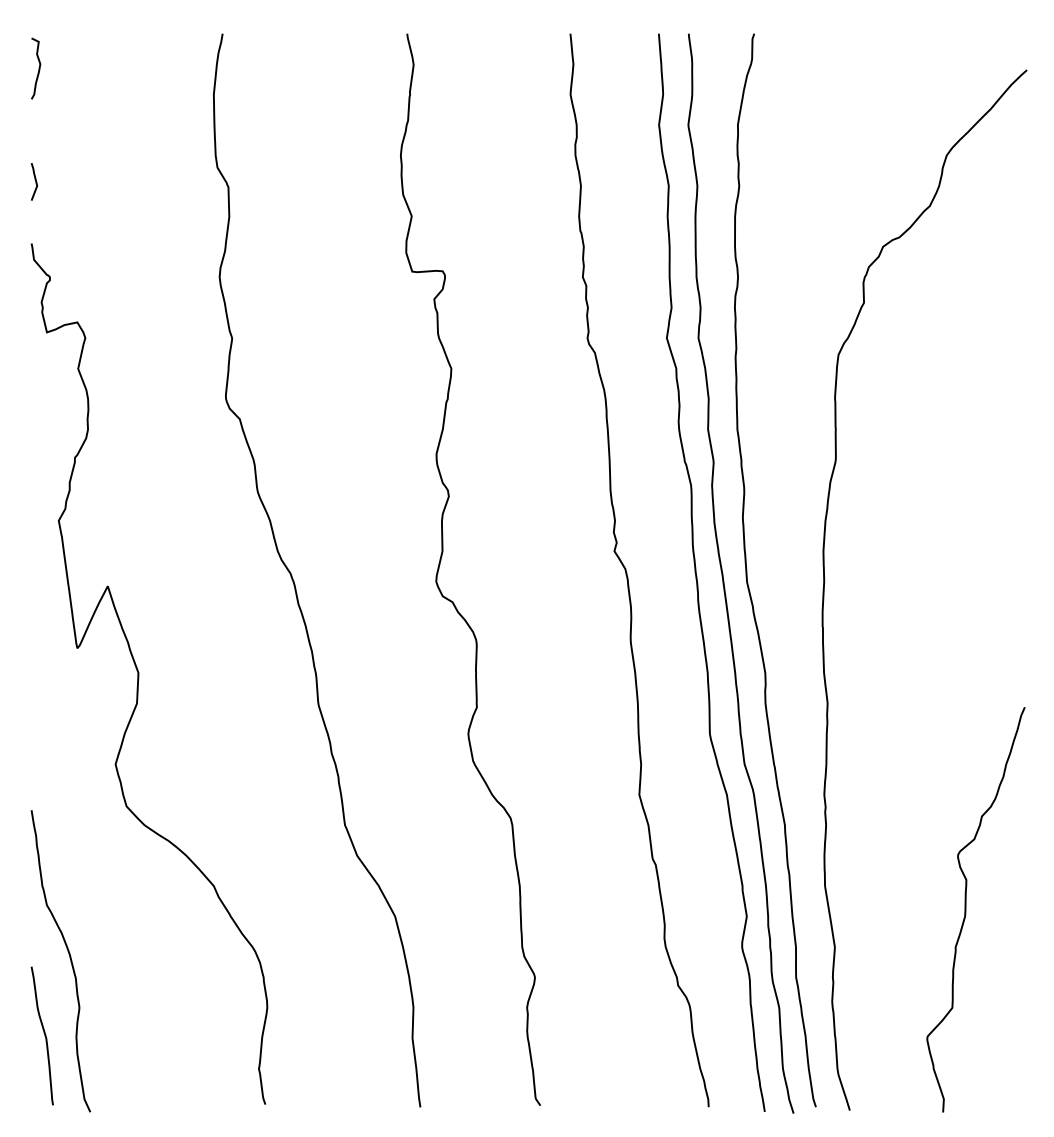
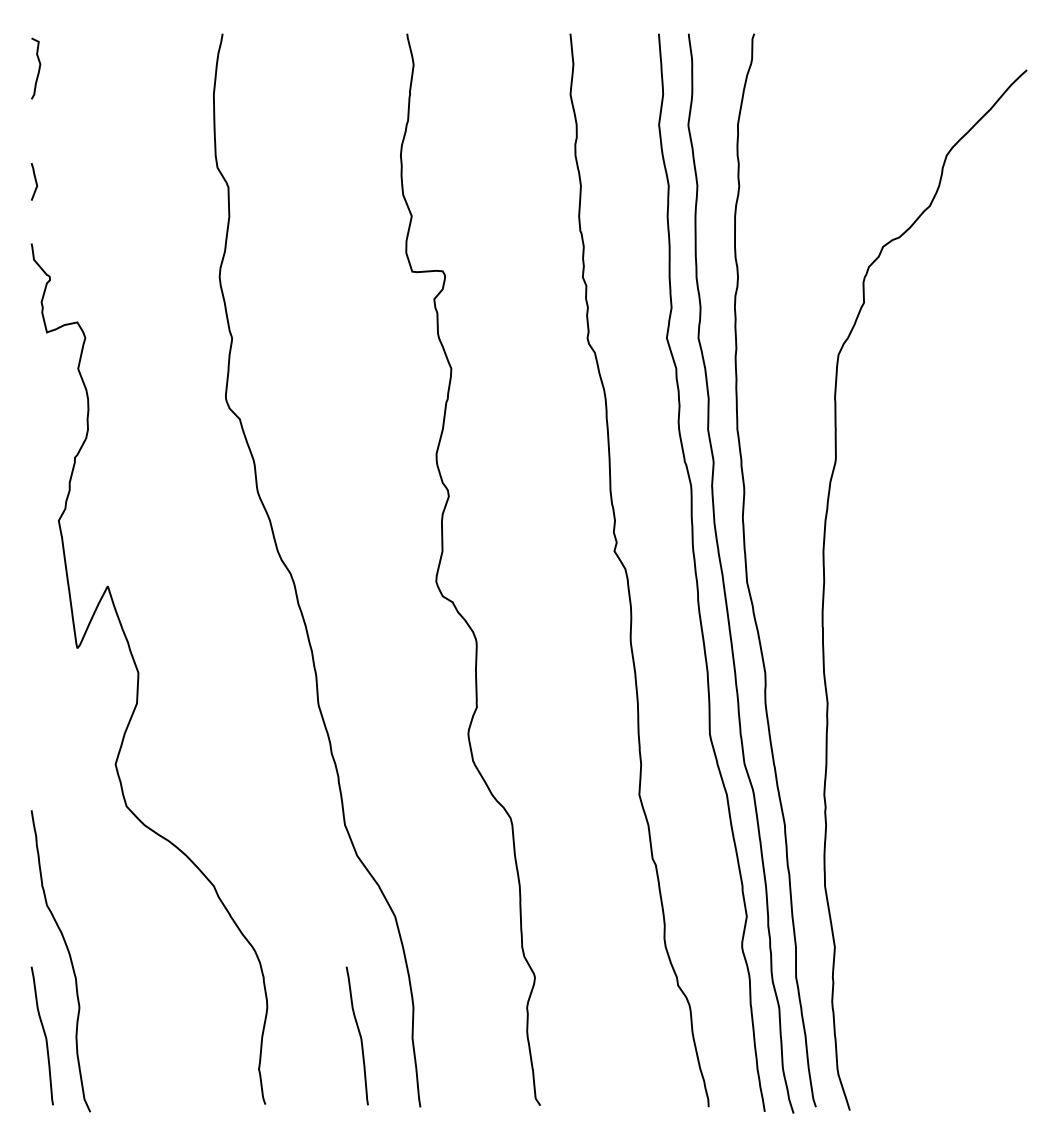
curve at (966, 909): present -> none
curve at (358, 1033): none -> present
